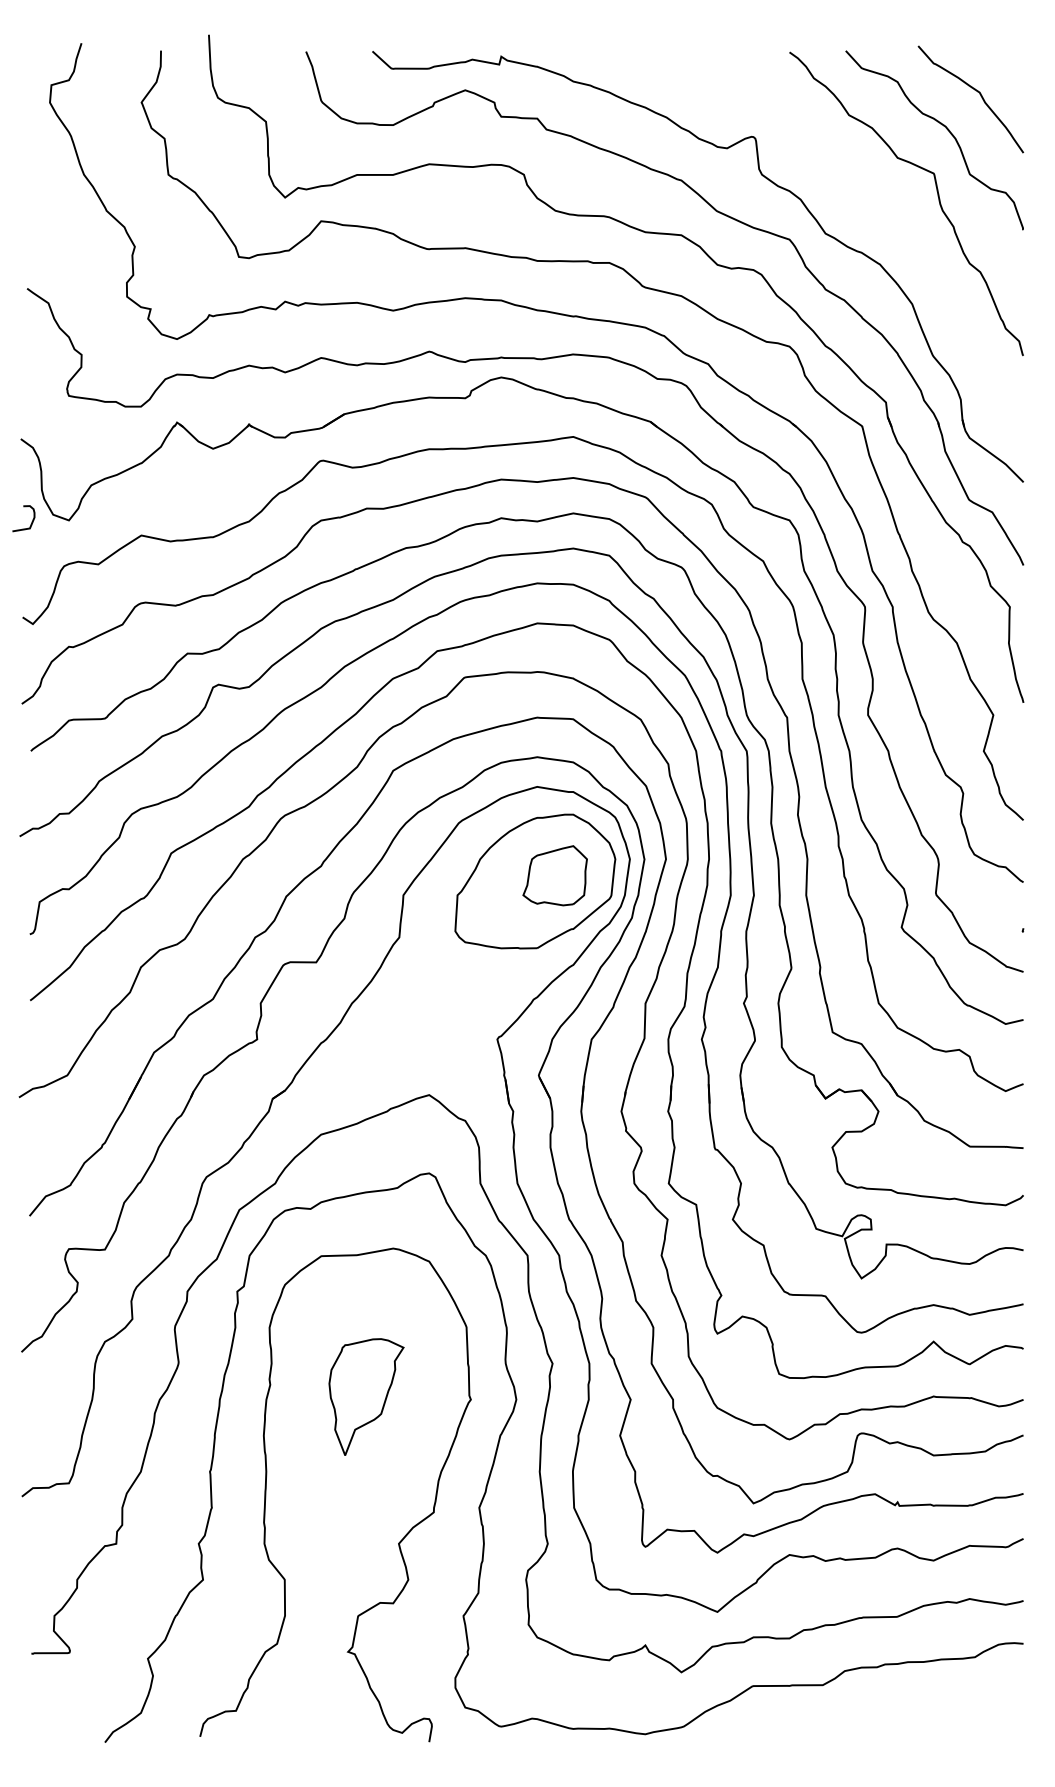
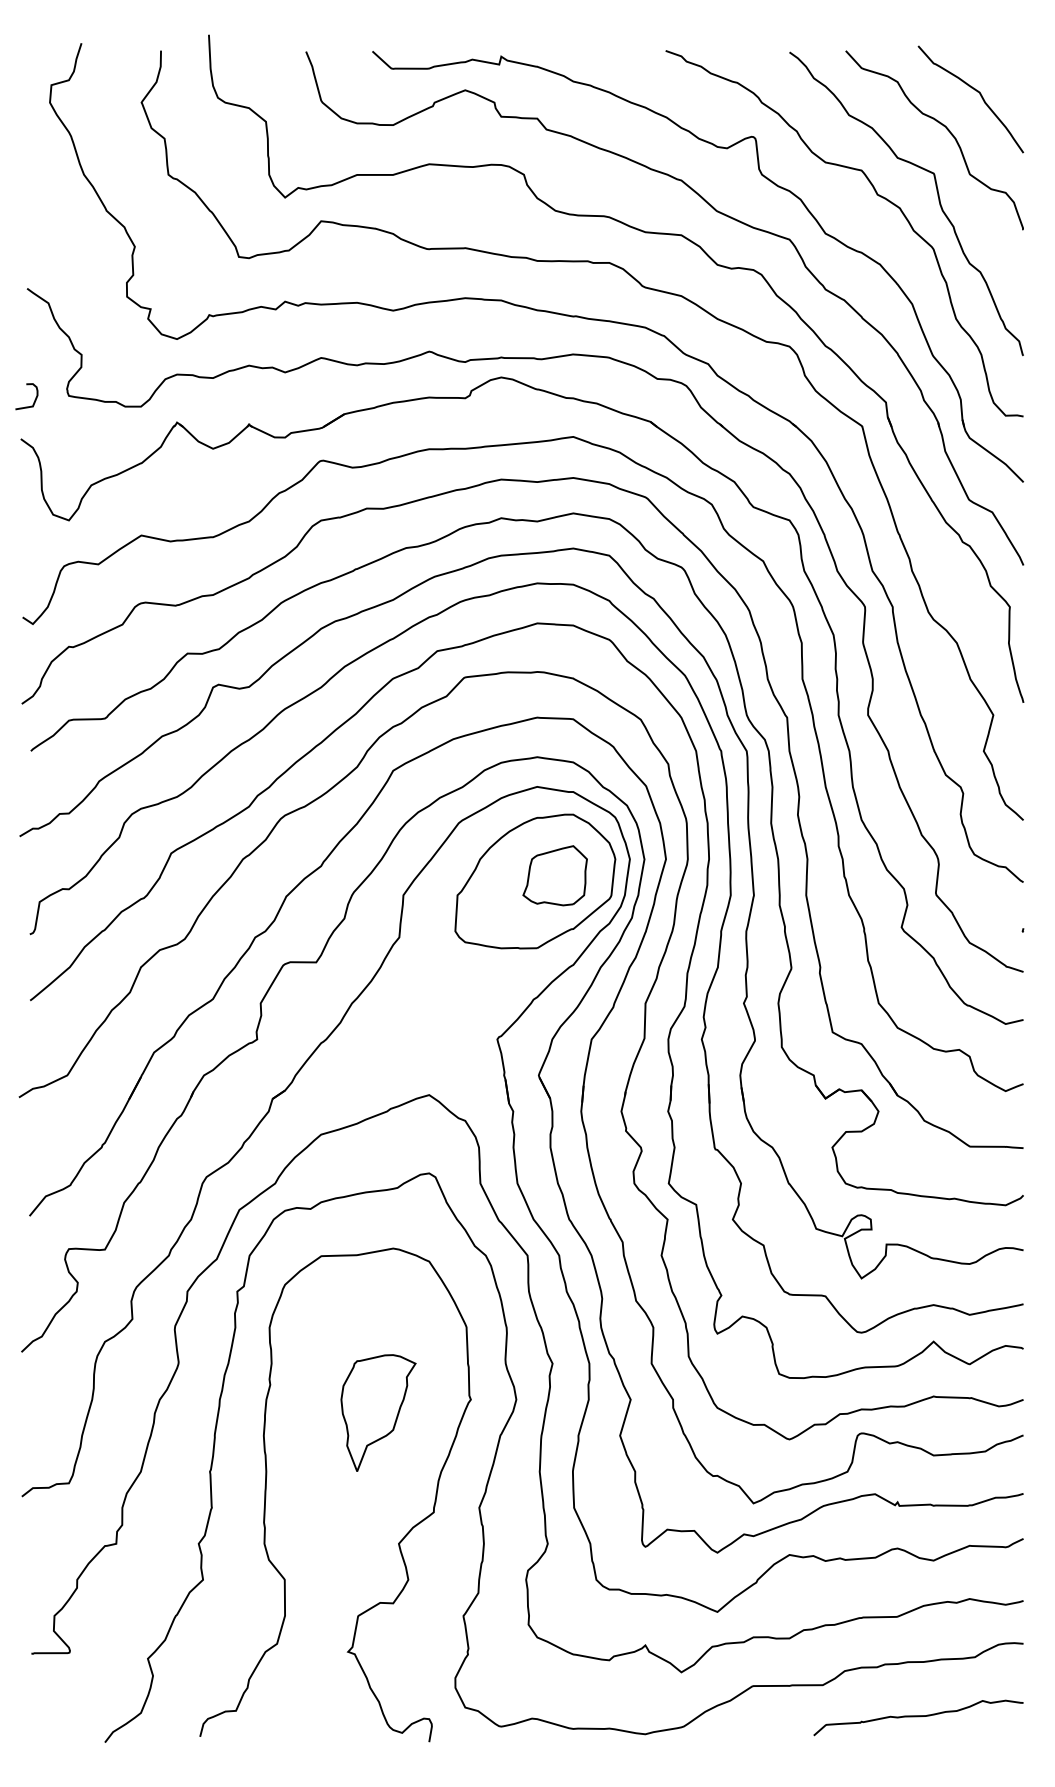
curve at (878, 196): none -> present
curve at (31, 521) position: (31, 521) -> (34, 399)
part at (366, 1396) position: (366, 1396) -> (378, 1412)
curve at (918, 1717): none -> present
